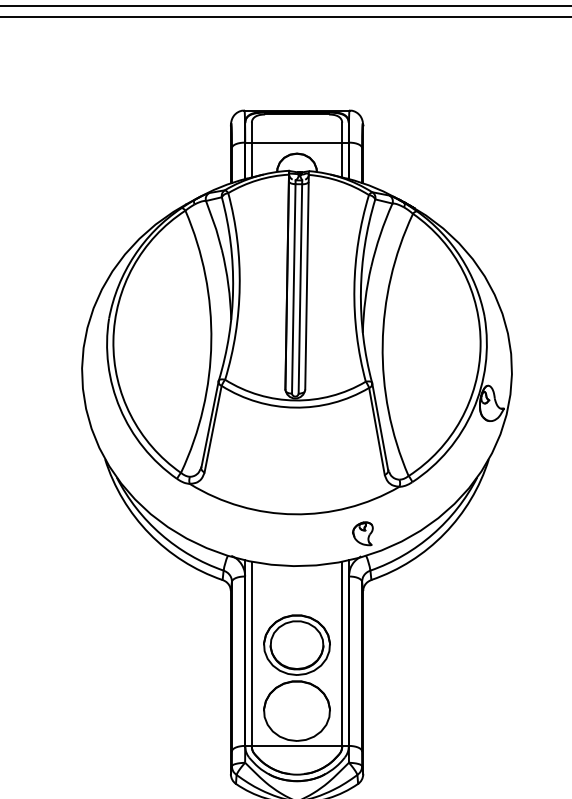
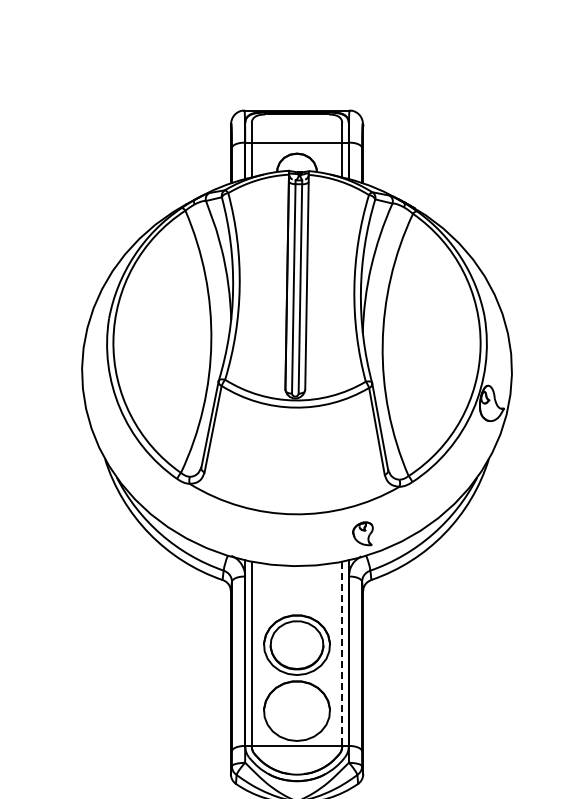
line at (285, 5): present -> none
line at (285, 16): present -> none
line at (342, 654): solid -> dashed
